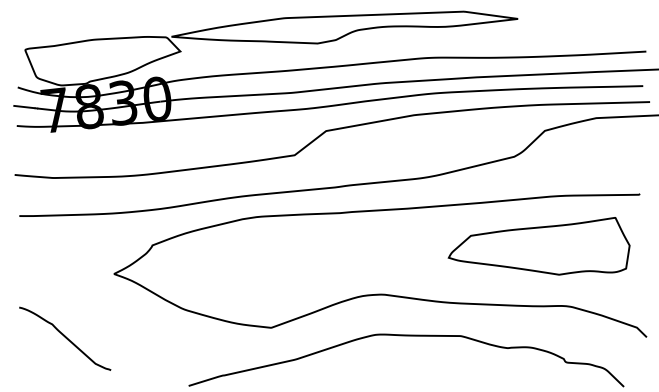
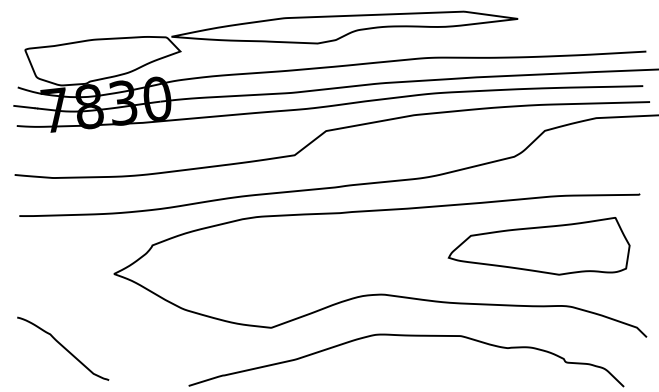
curve at (65, 338) position: (65, 338) -> (63, 348)
